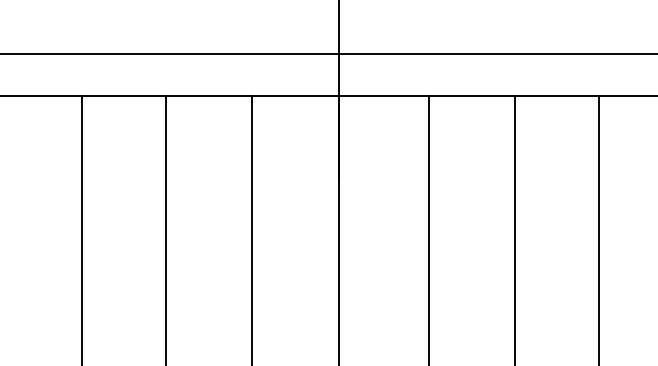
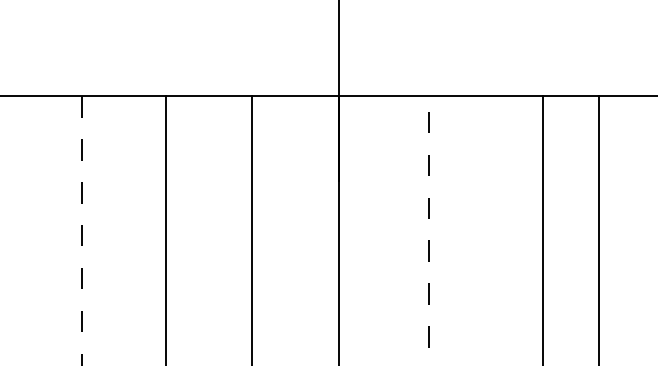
line at (328, 54): present -> none
line at (514, 229) position: (514, 229) -> (542, 229)
line at (428, 230): solid -> dashed
line at (81, 231): solid -> dashed
